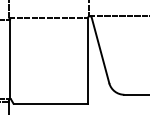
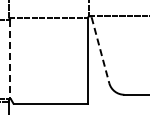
line at (100, 50): solid -> dashed
line at (10, 59): solid -> dashed
